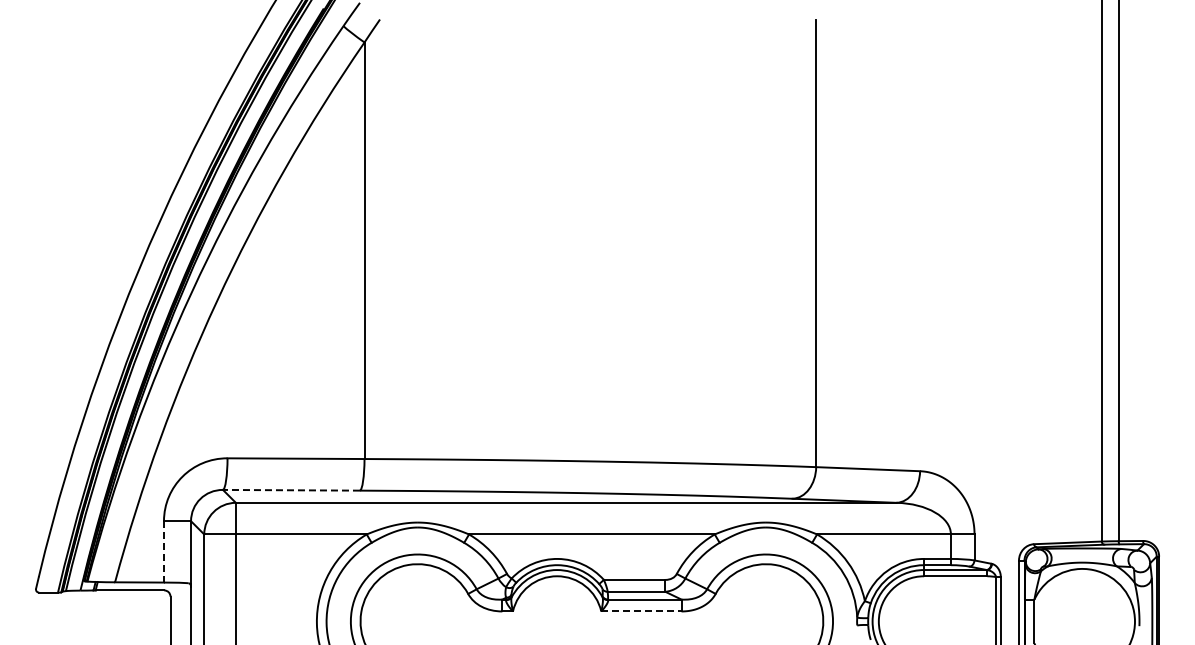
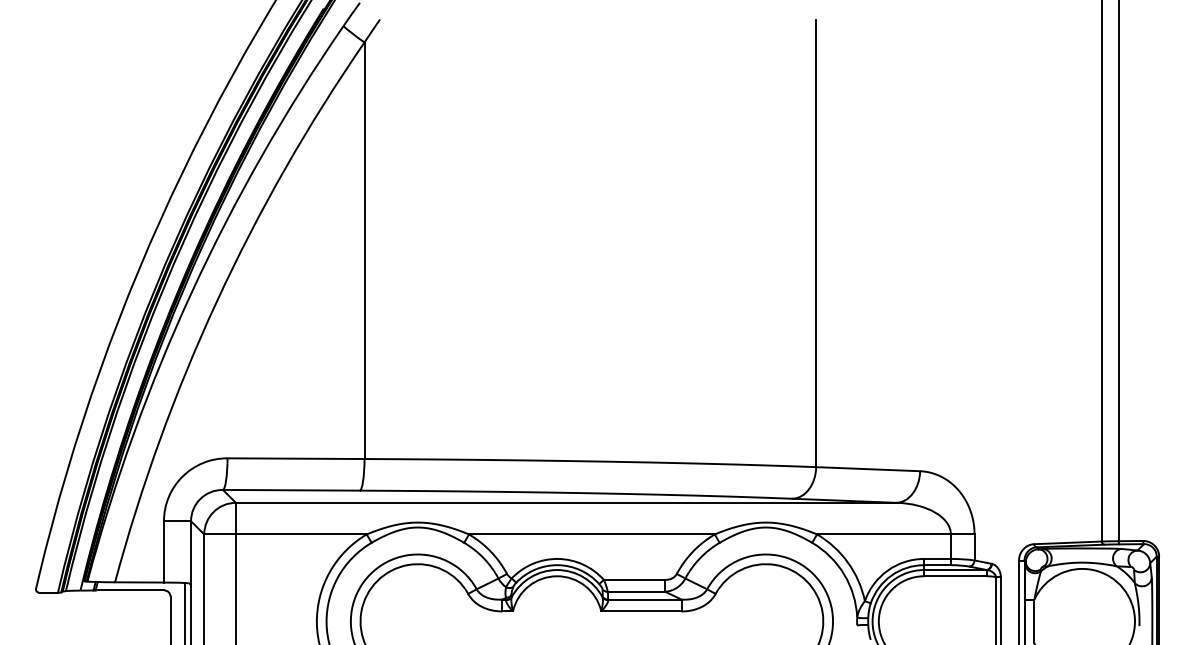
line at (290, 490): dashed -> solid
line at (164, 551): dashed -> solid
line at (184, 611): none -> present
line at (641, 611): dashed -> solid
